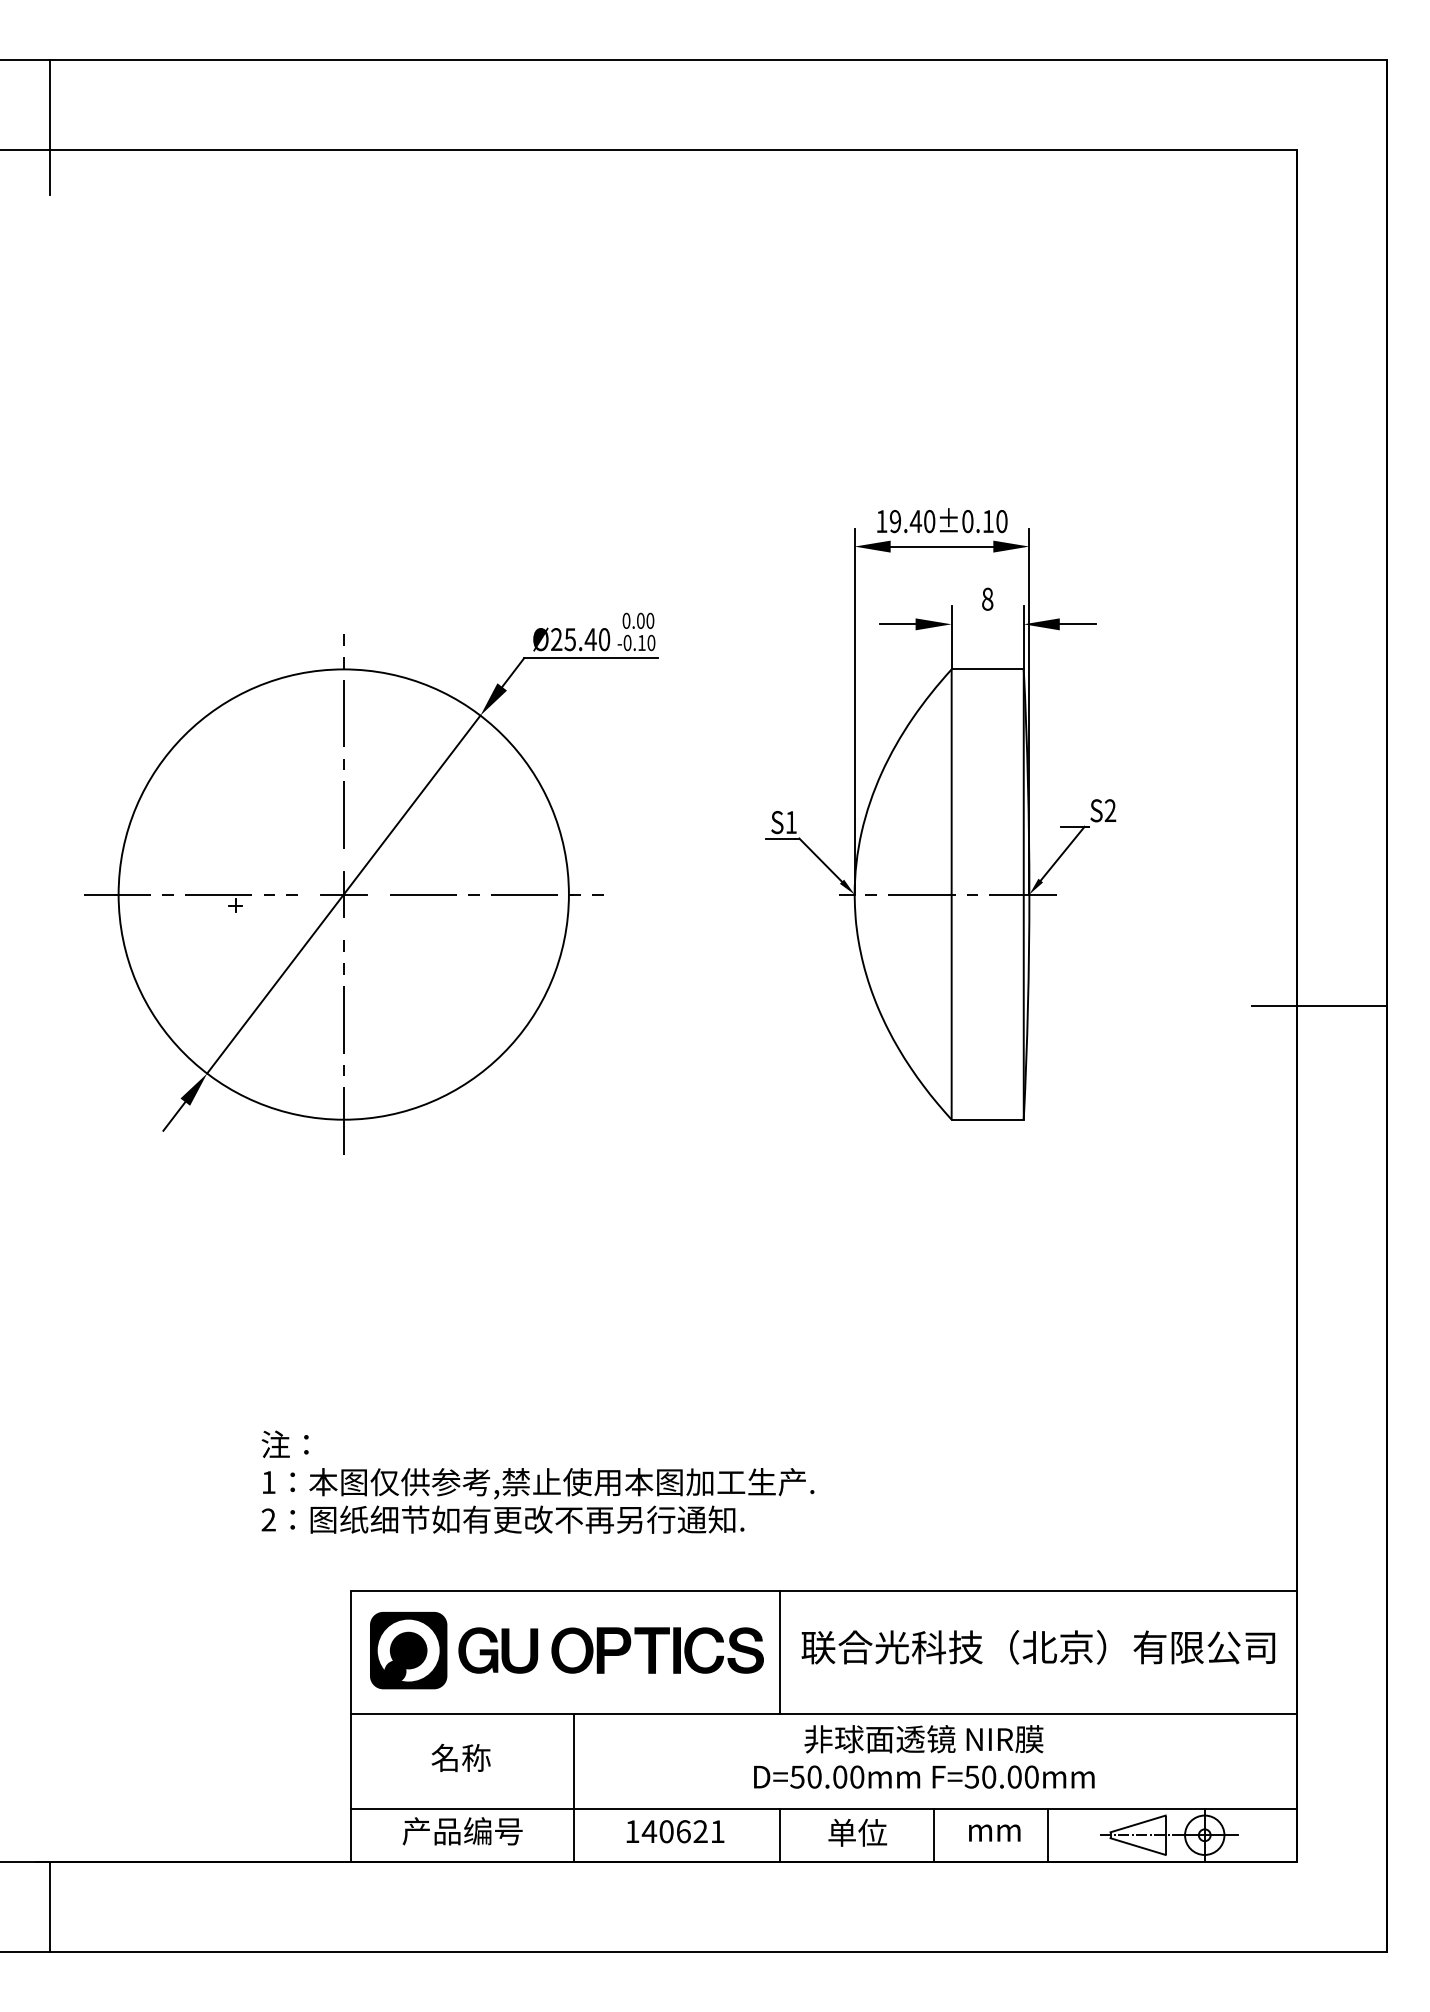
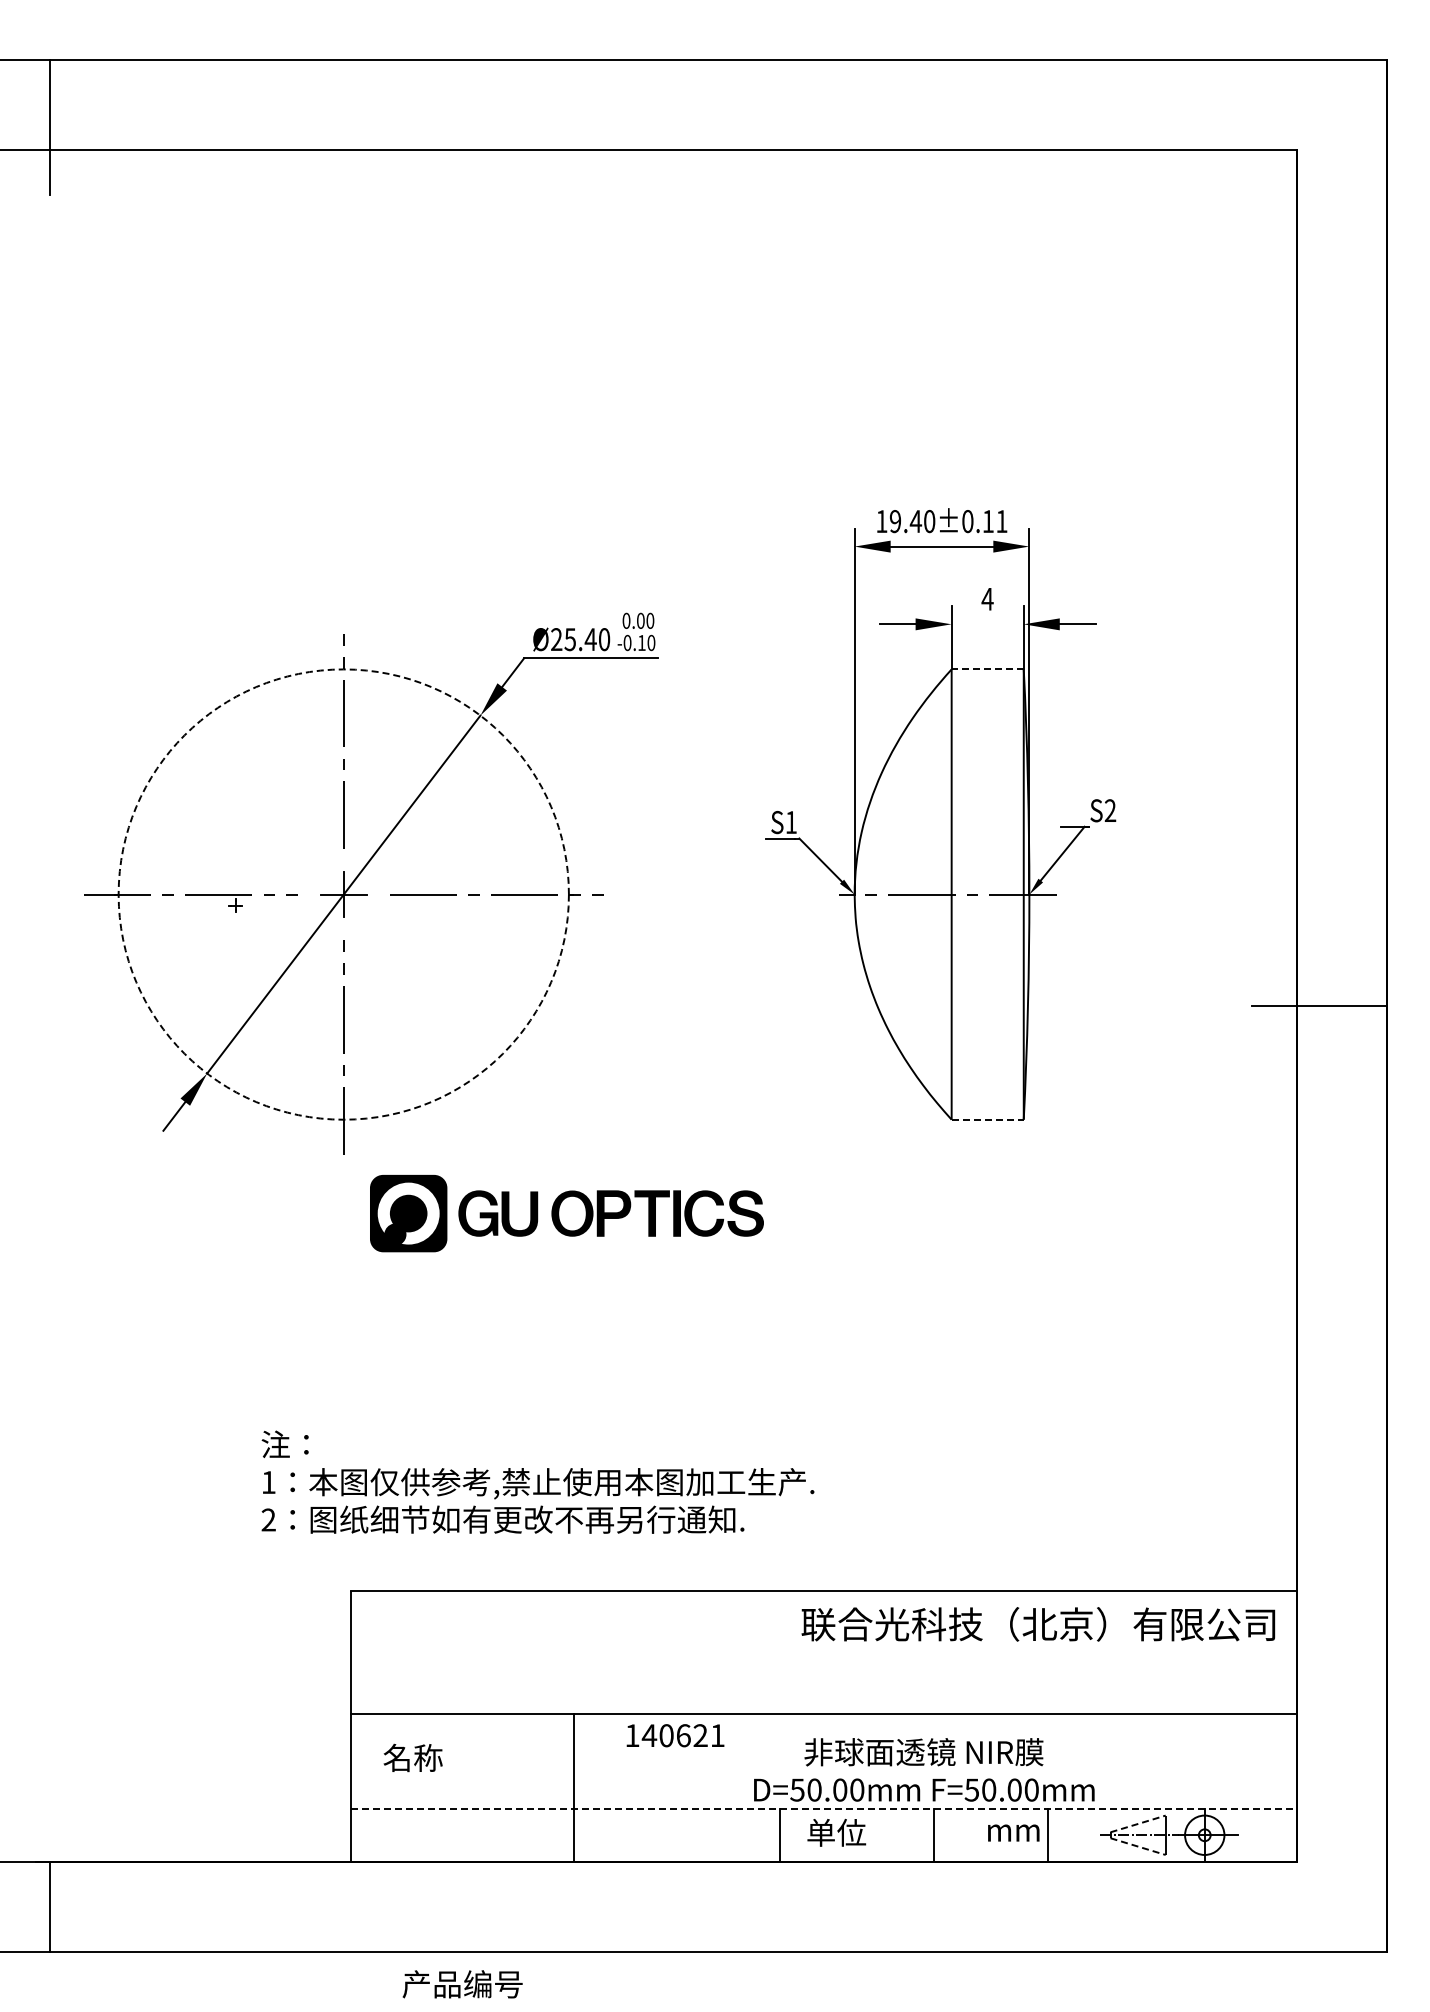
text at (1001, 521): 19.40±0.10 -> 19.40±0.11
text at (987, 598): 8 -> 4
line at (987, 669): solid -> dashed
circle at (343, 894): solid -> dashed
line at (988, 1119): solid -> dashed
text at (1038, 1647) position: (1038, 1647) -> (1038, 1624)
part at (566, 1650) position: (566, 1650) -> (566, 1213)
line at (780, 1652): present -> none
text at (924, 1756) position: (924, 1756) -> (924, 1769)
text at (460, 1757) position: (460, 1757) -> (412, 1757)
line at (824, 1808): solid -> dashed
line at (1138, 1823): solid -> dashed
text at (462, 1831) position: (462, 1831) -> (462, 1984)
text at (675, 1831) position: (675, 1831) -> (675, 1735)
text at (857, 1832) position: (857, 1832) -> (836, 1832)
text at (994, 1832) position: (994, 1832) -> (1013, 1832)
line at (1138, 1846): solid -> dashed
